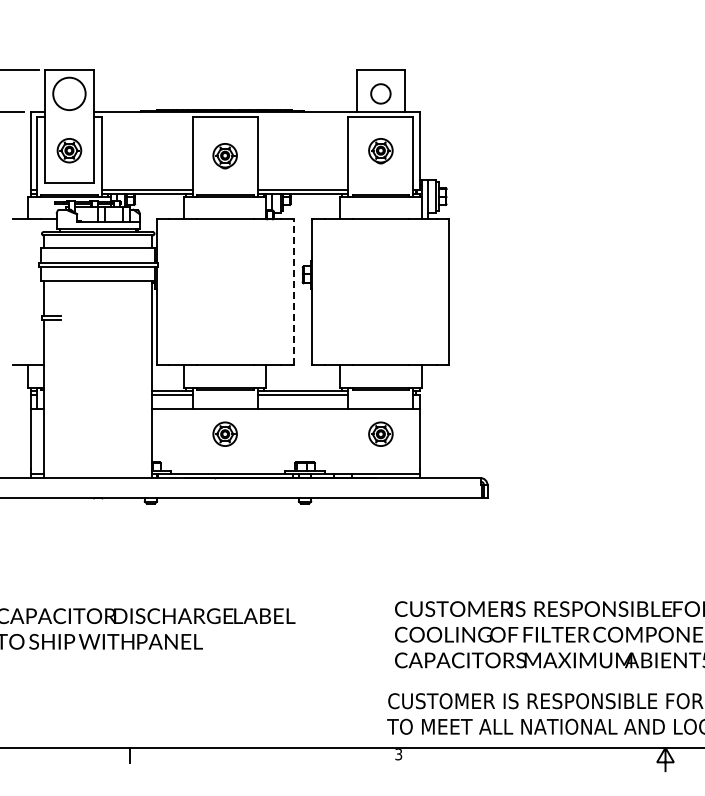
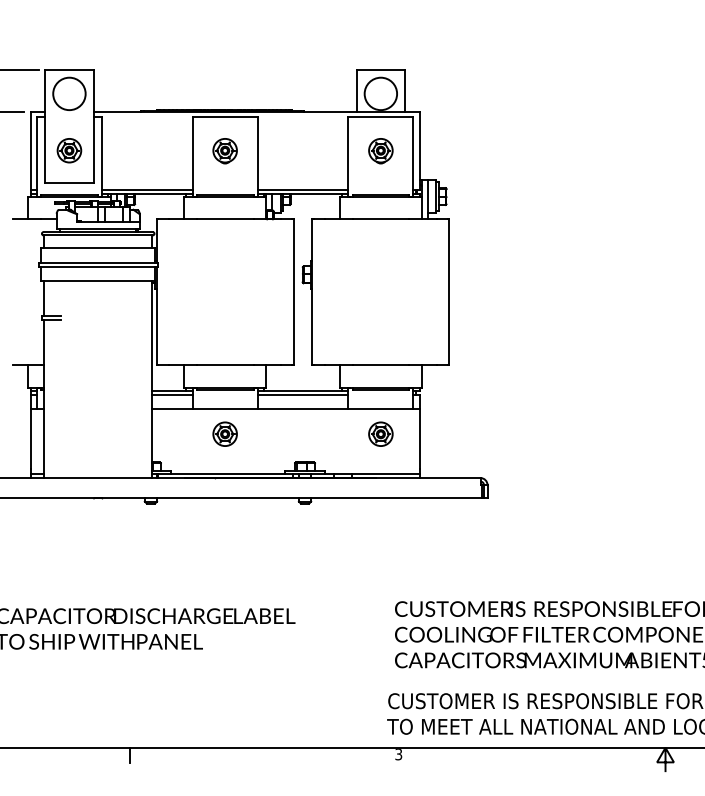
circle at (380, 93) diameter: 19 px -> 32 px
part at (224, 156) position: (224, 156) -> (224, 151)
line at (293, 292): dashed -> solid
